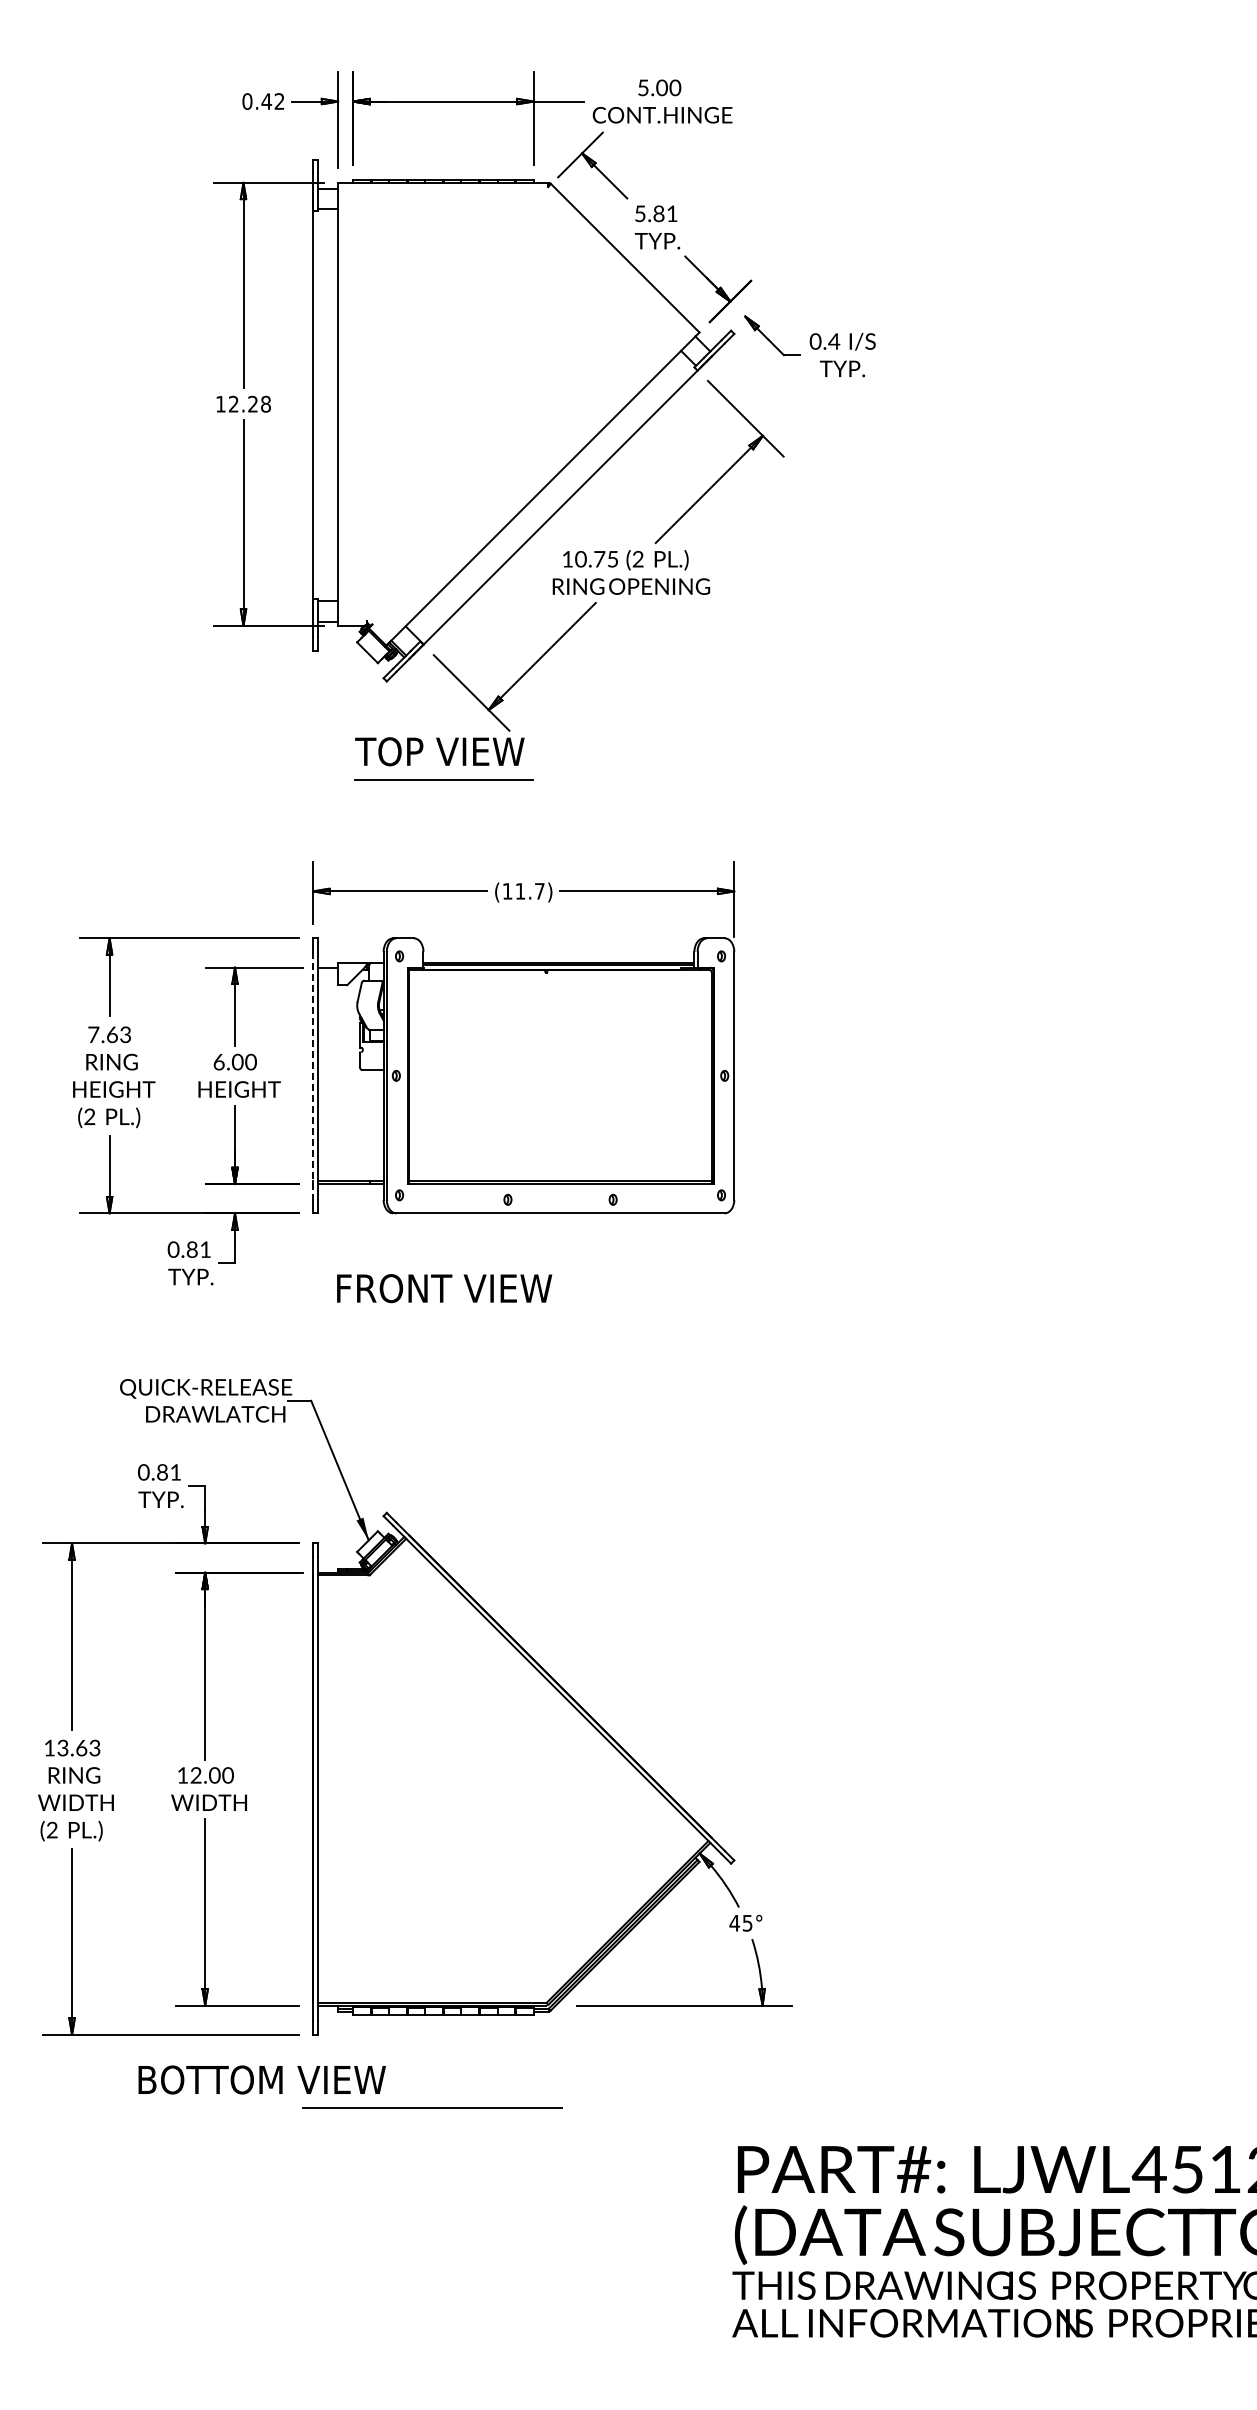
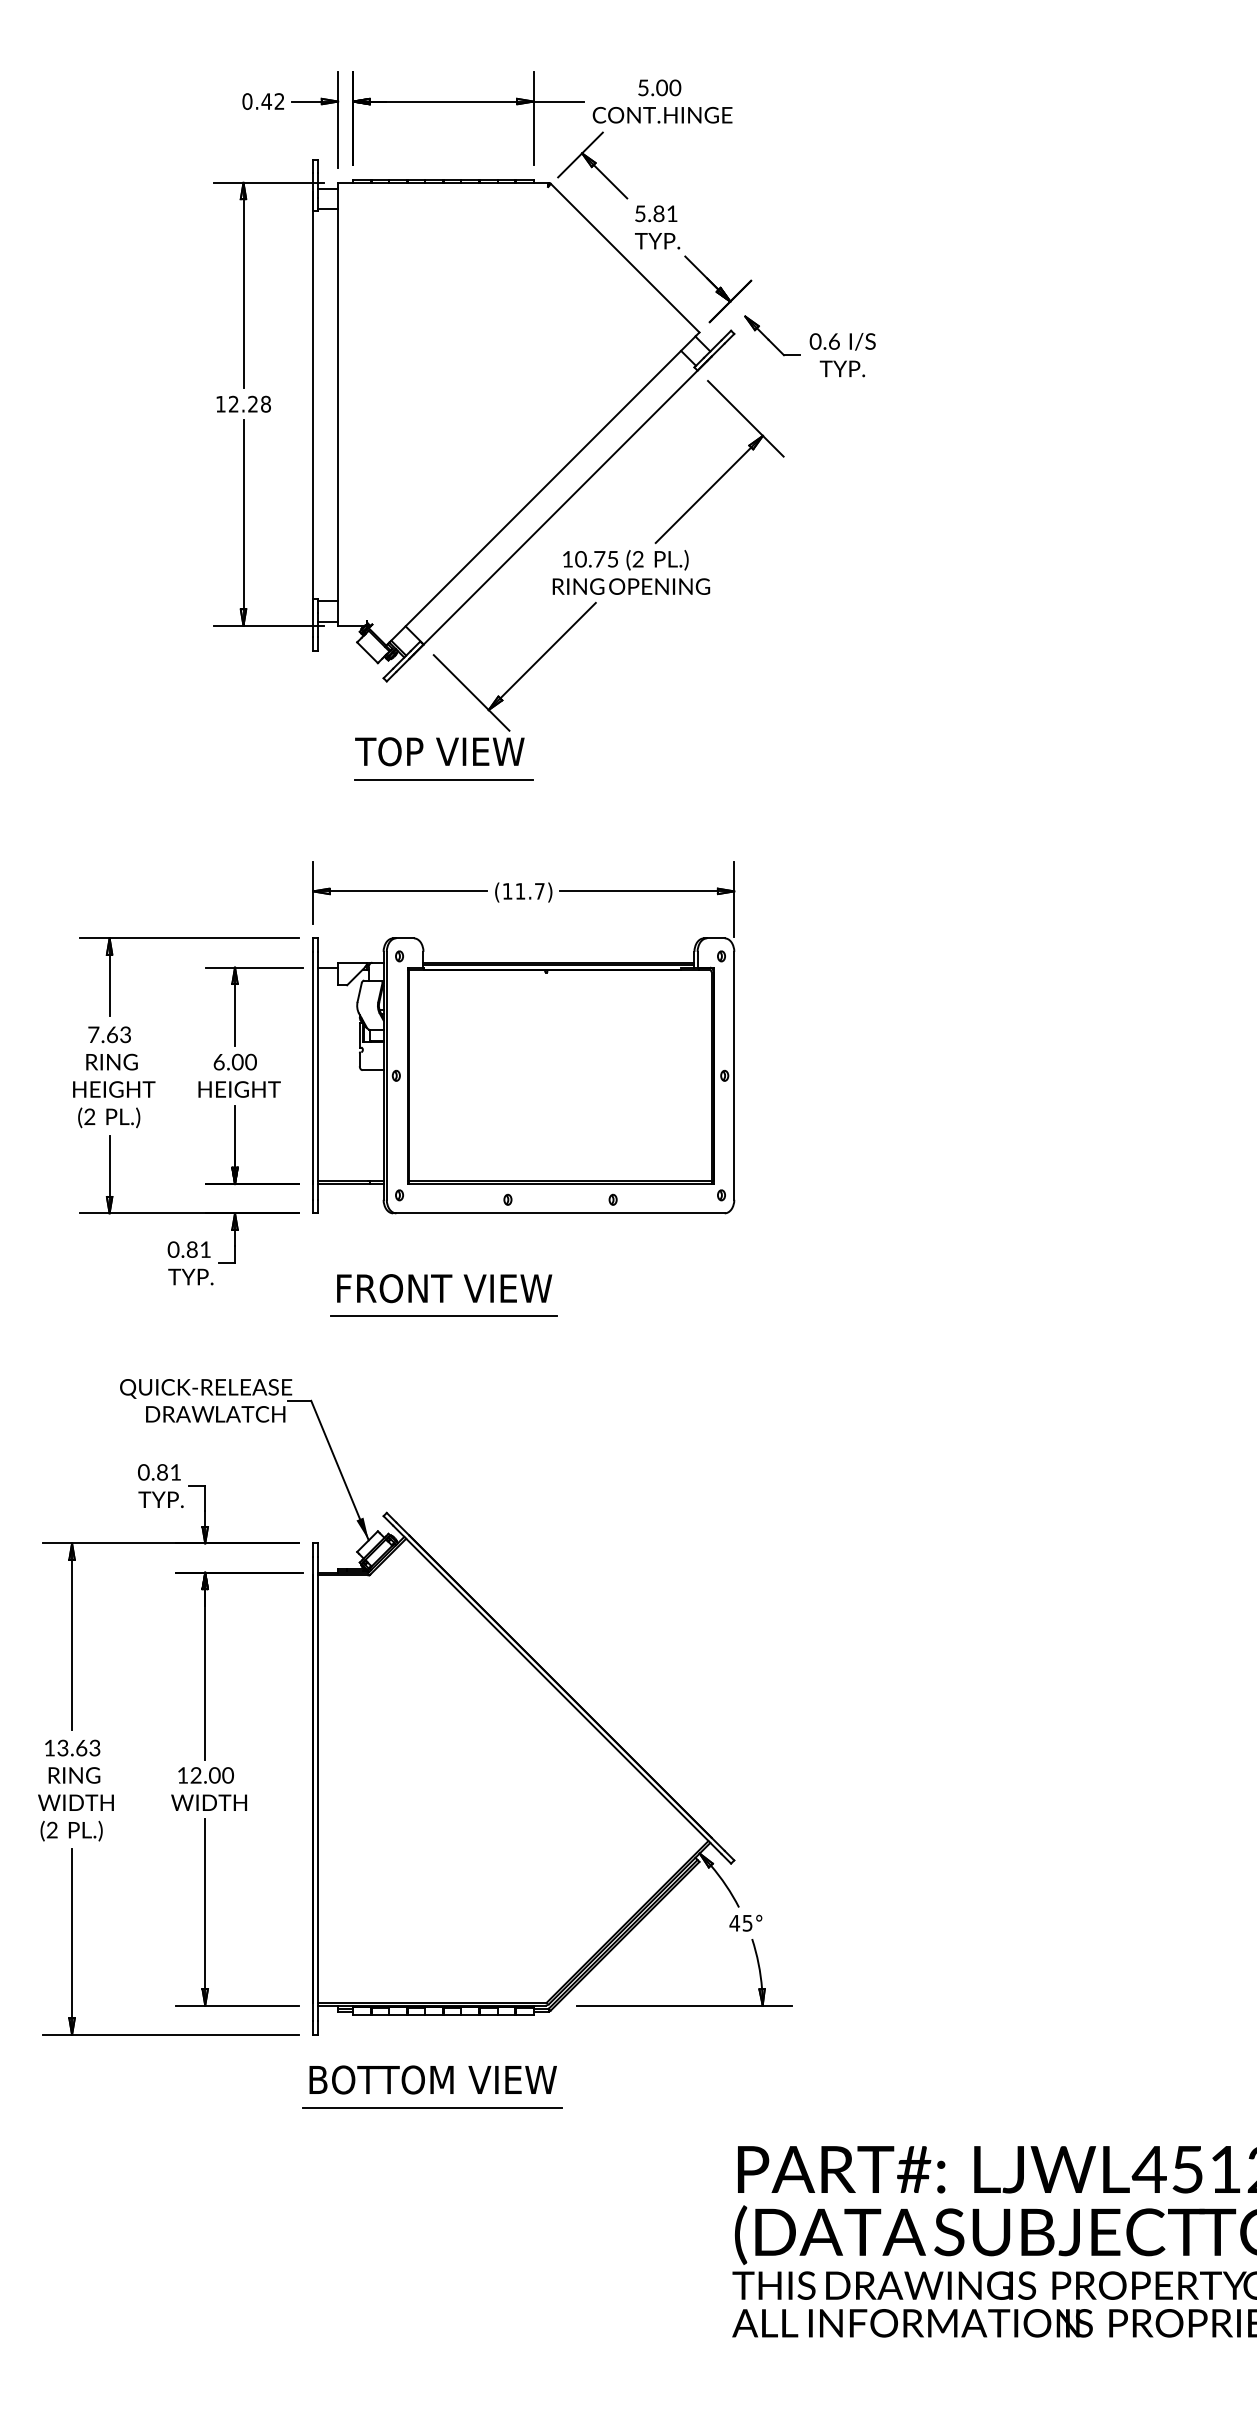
text at (834, 341): 0.4 -> 0.6
line at (313, 1075): dashed -> solid
line at (443, 1316): none -> present
text at (261, 2079) position: (261, 2079) -> (432, 2079)
